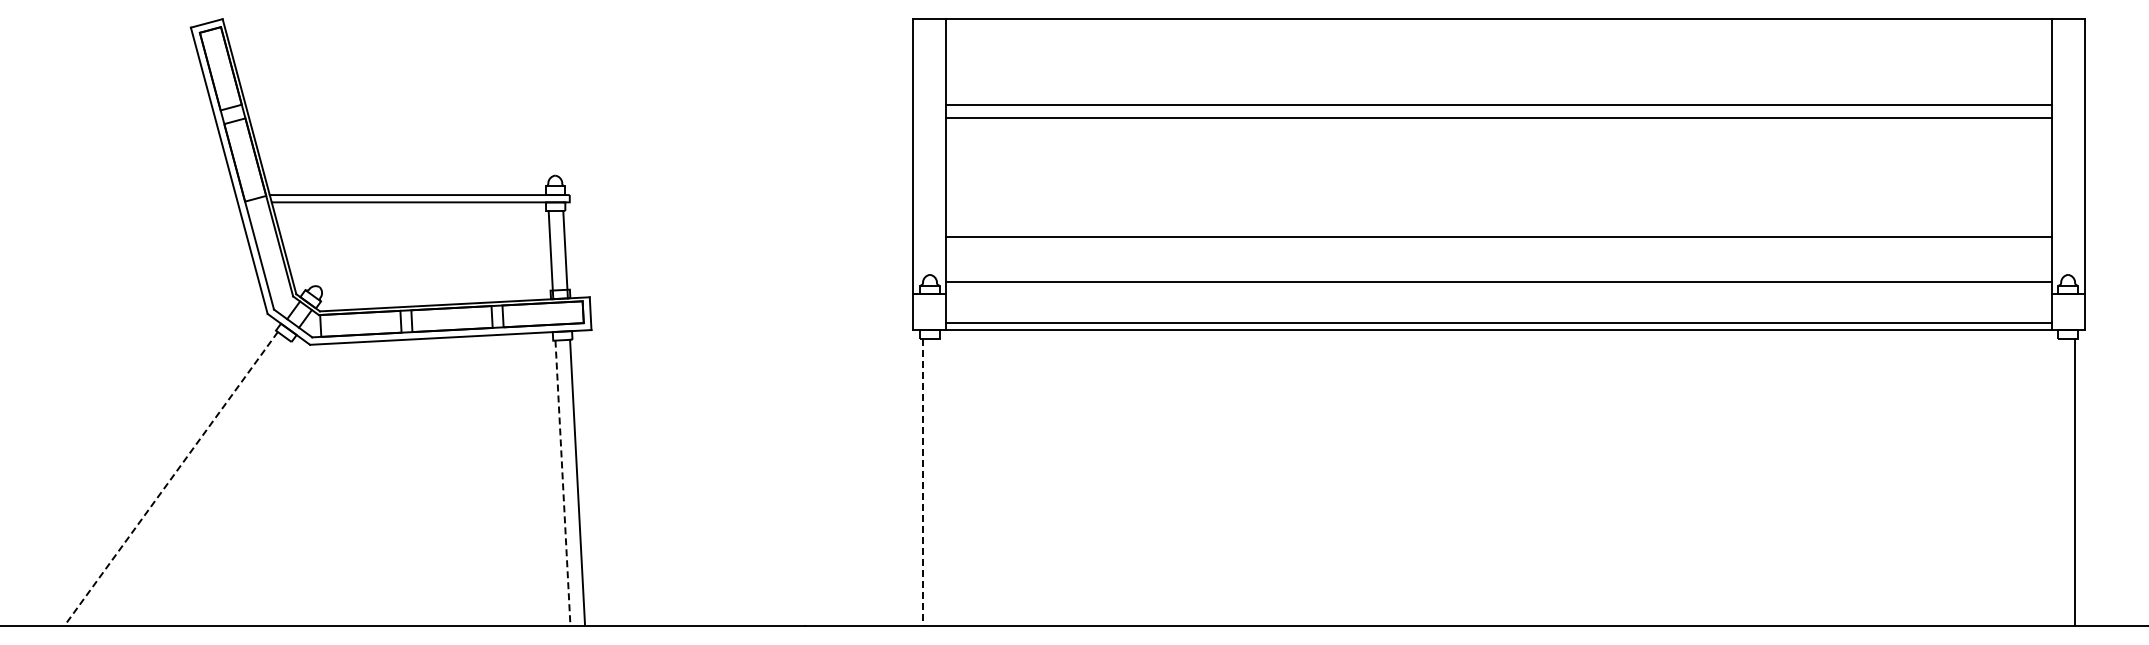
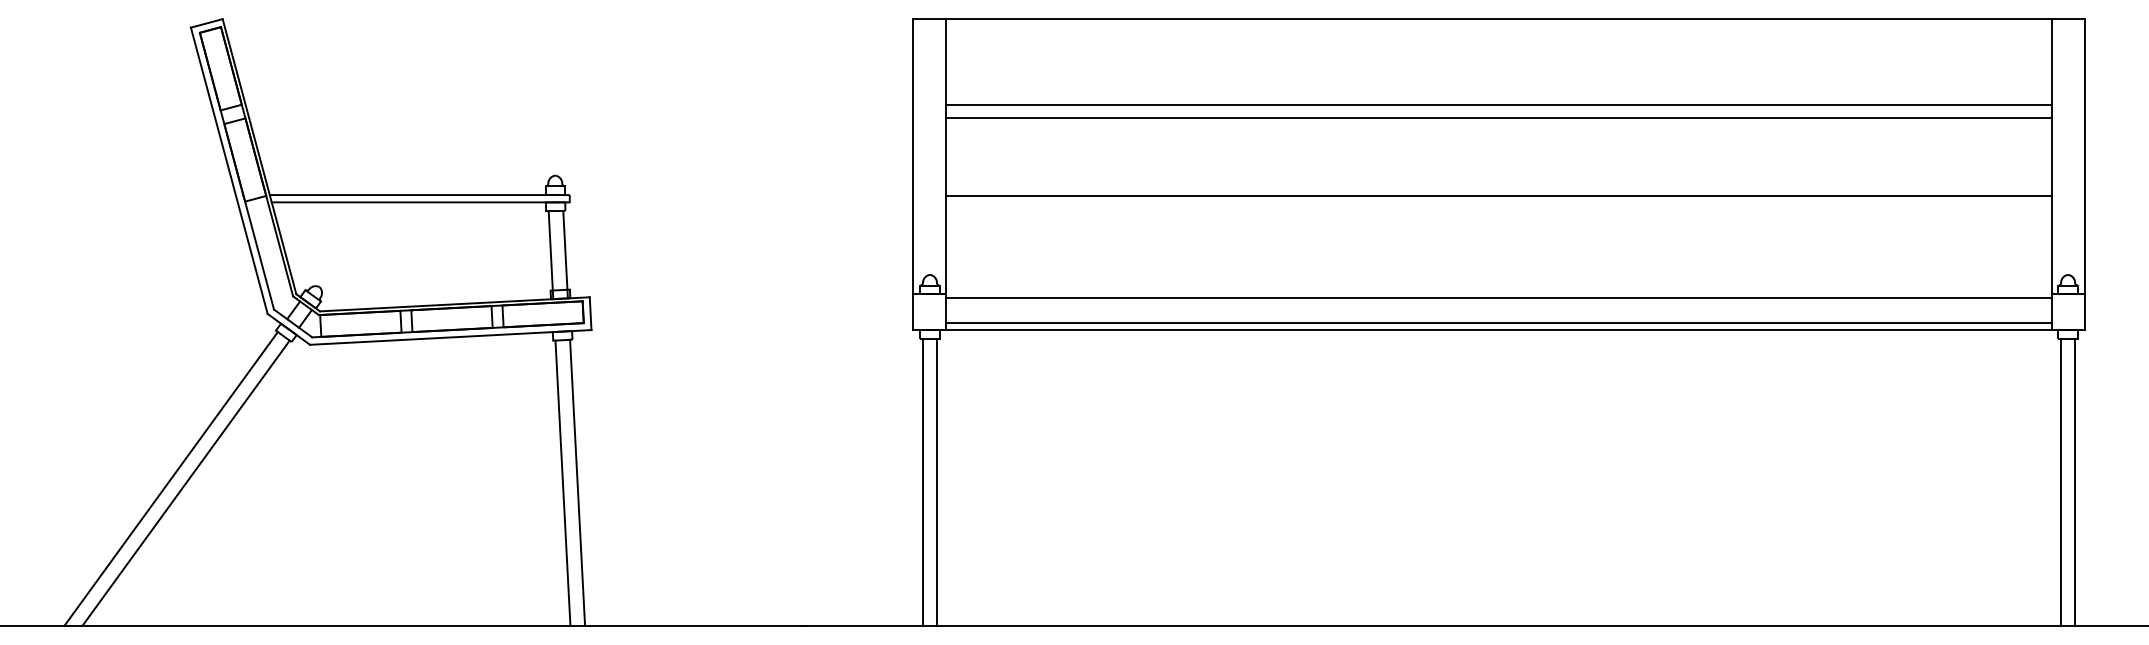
line at (1498, 236) position: (1498, 236) -> (1498, 195)
line at (1498, 281) position: (1498, 281) -> (1498, 297)
line at (171, 478): dashed -> solid
line at (937, 481): none -> present
line at (2060, 481): none -> present
line at (185, 482): none -> present
line at (922, 482): dashed -> solid
line at (562, 483): dashed -> solid
